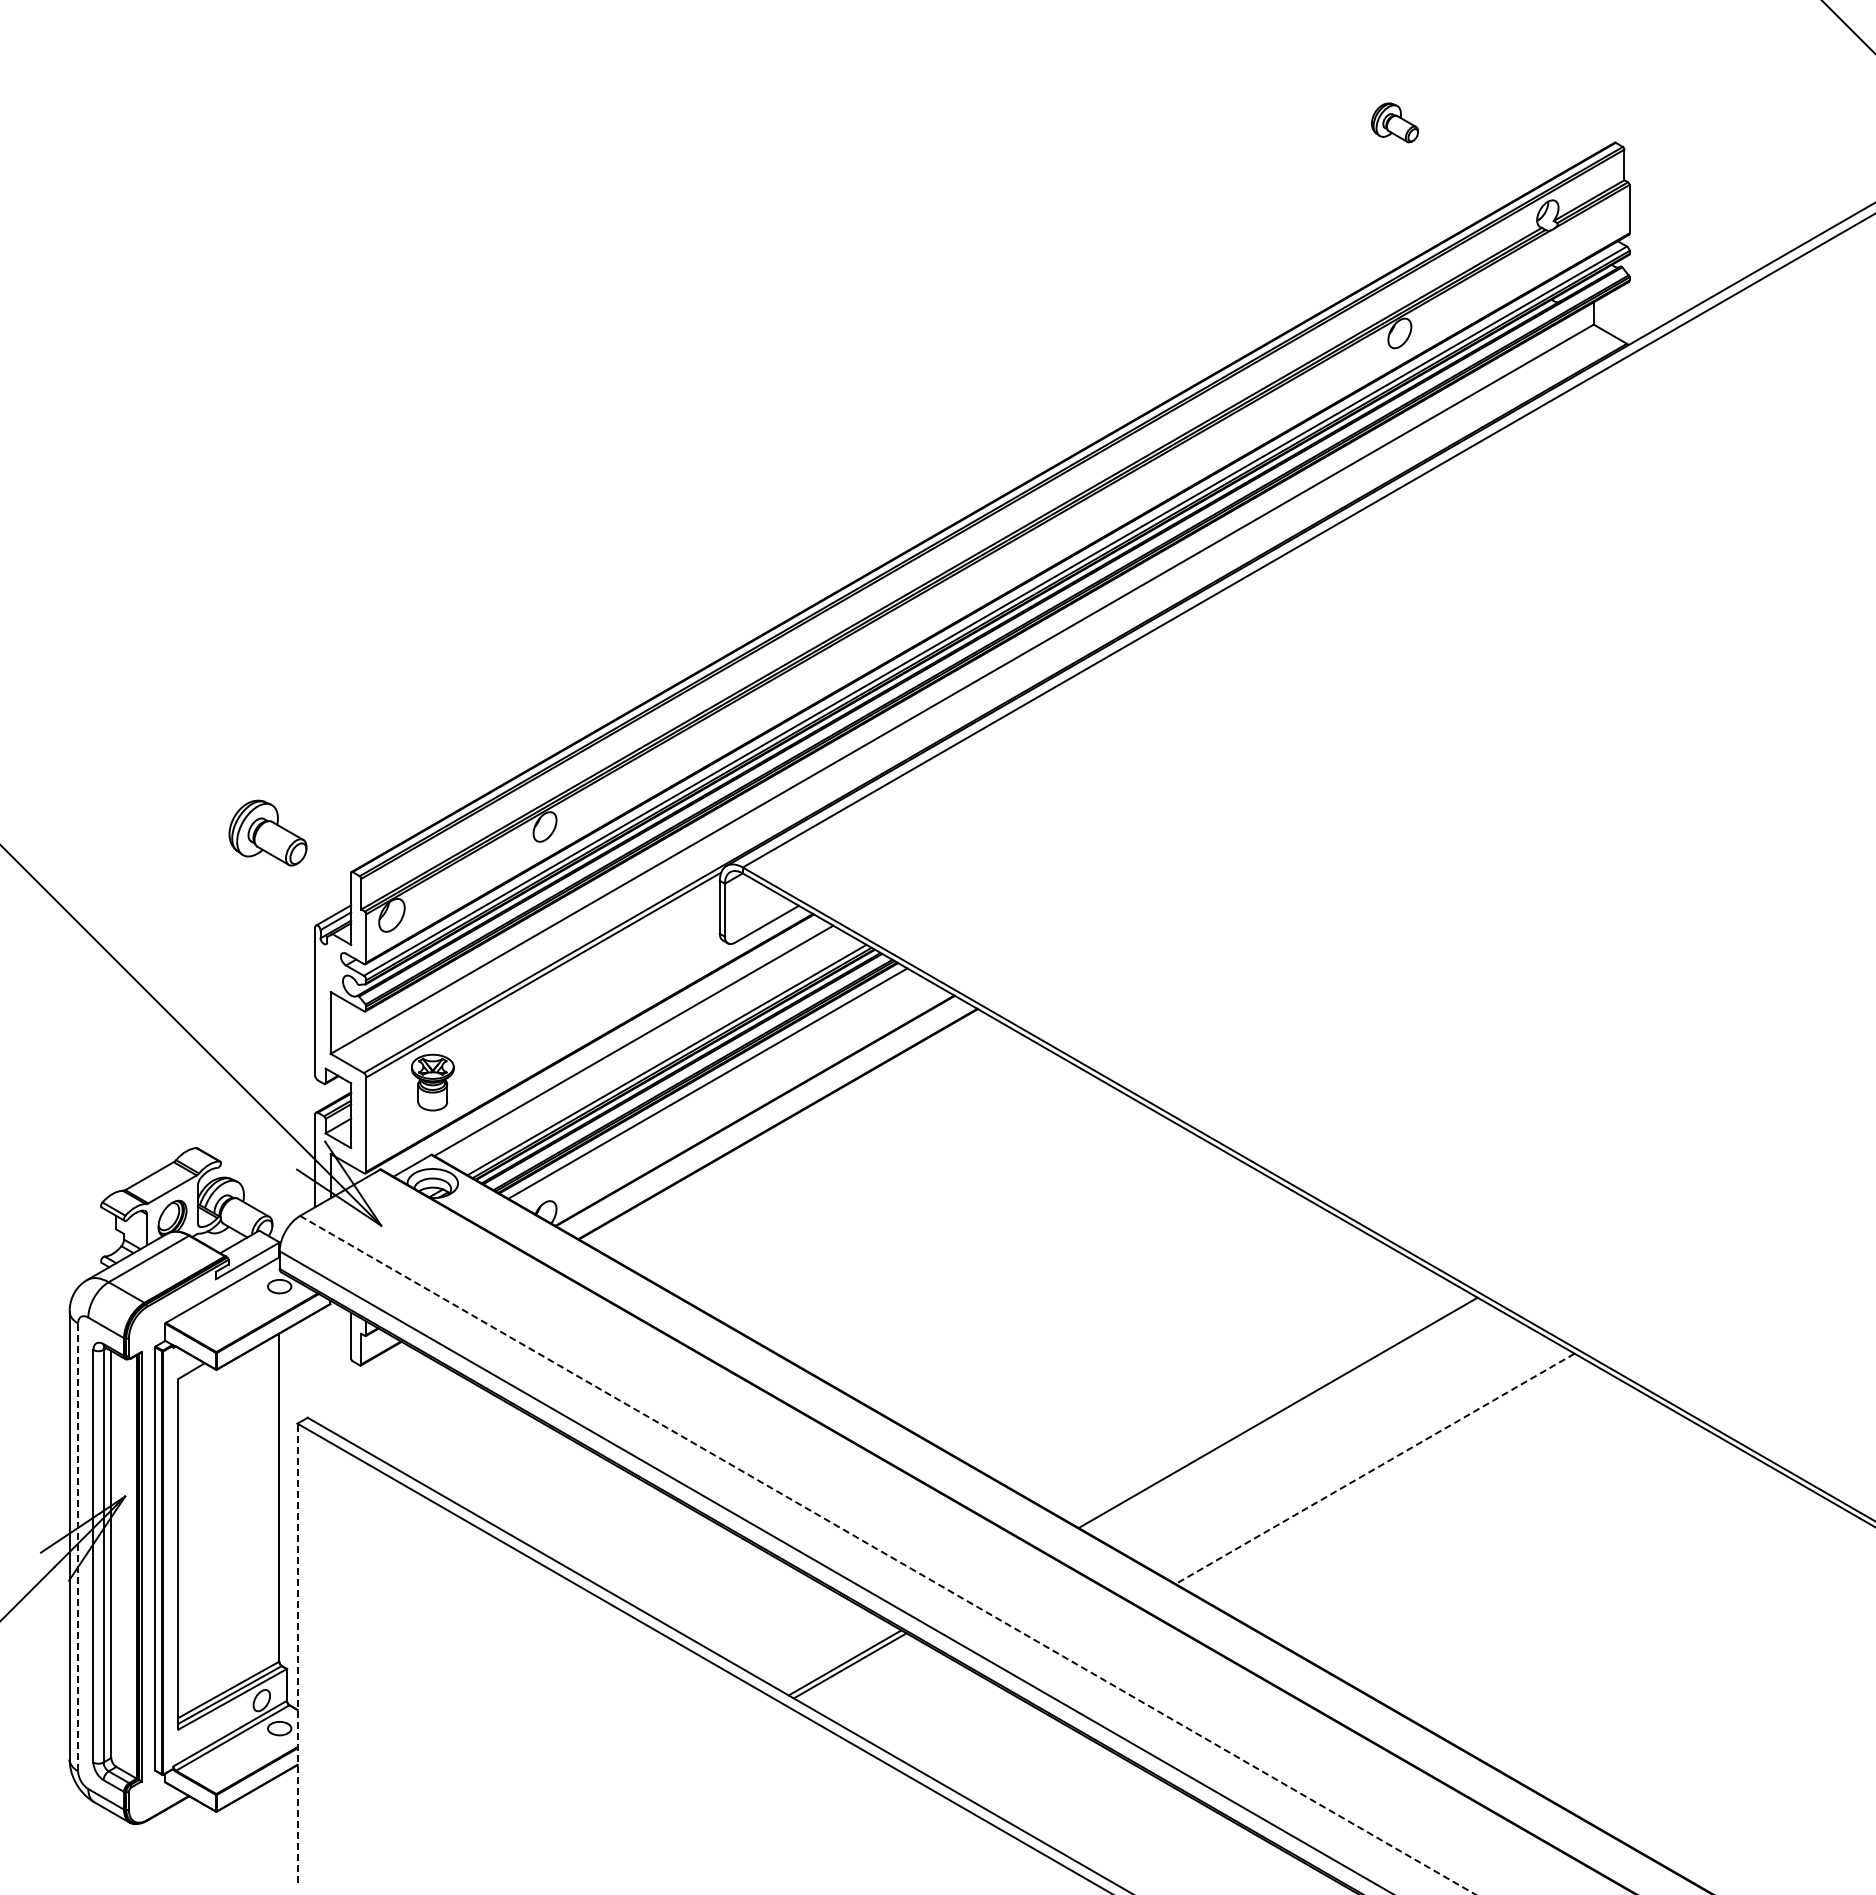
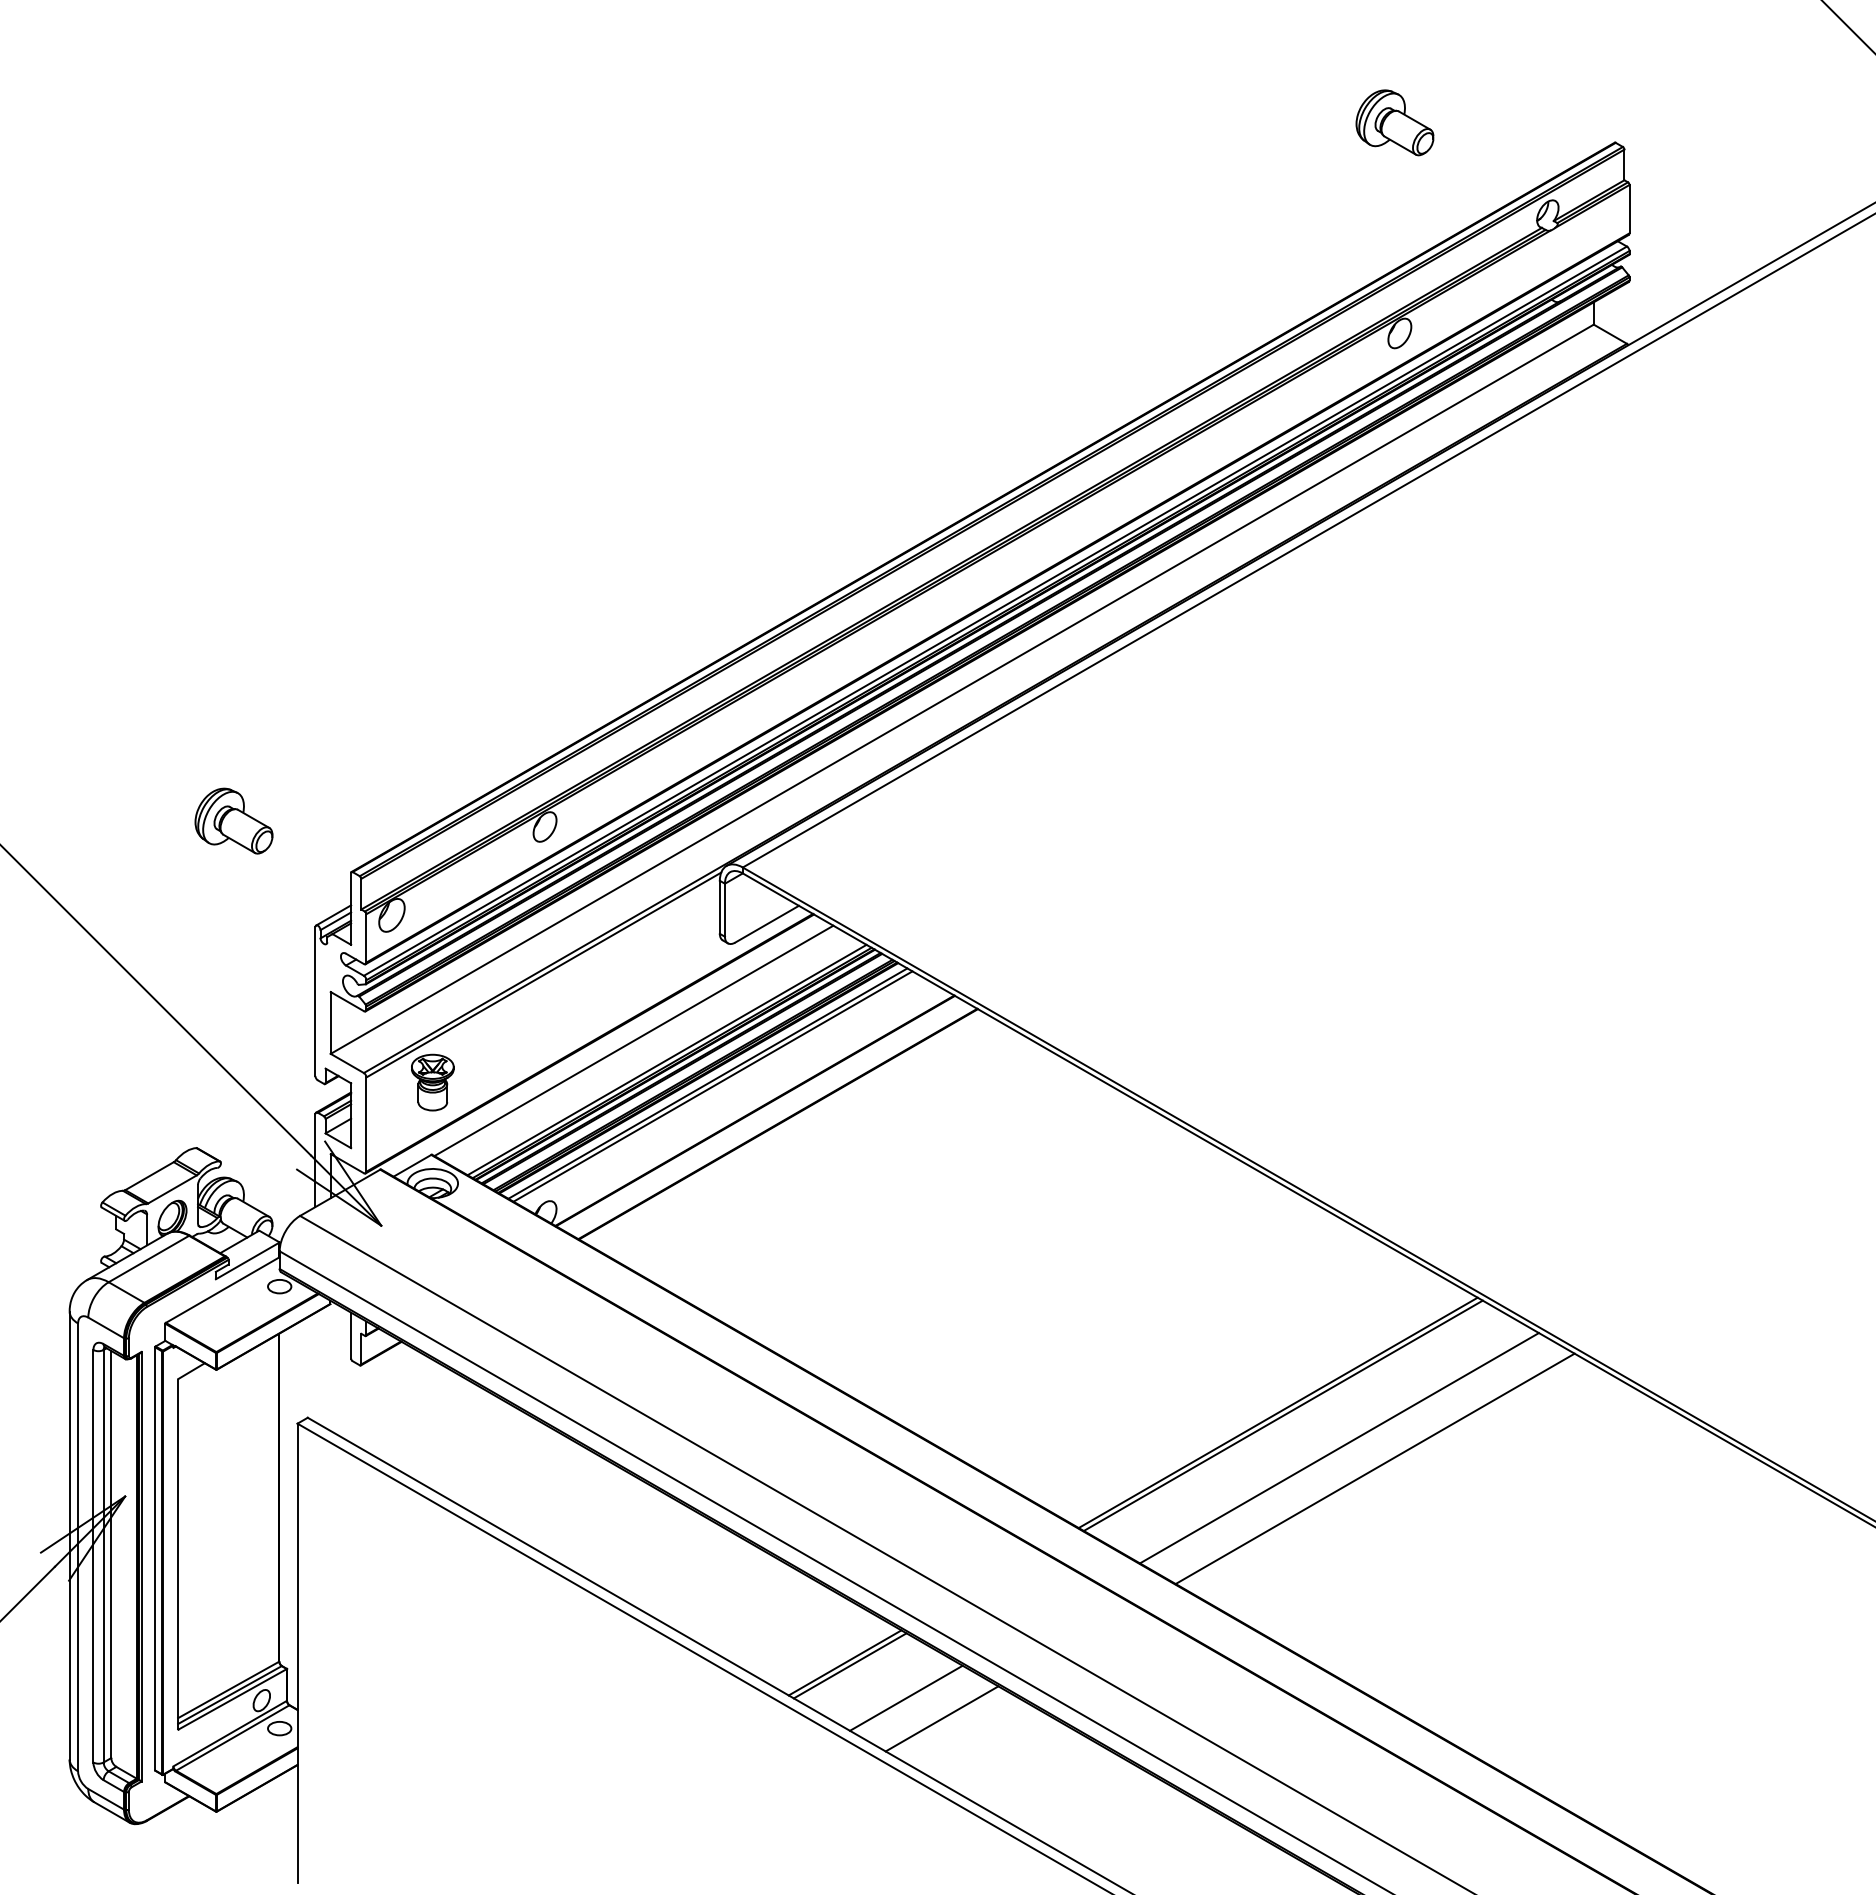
part at (1394, 122) size: 48x42 px -> 80x68 px
part at (267, 832) position: (267, 832) -> (233, 820)
line at (712, 1086): none -> present
line at (1282, 1415): none -> present
line at (1338, 1448): none -> present
line at (1374, 1469): dashed -> solid
line at (78, 1547): dashed -> solid
line at (888, 1555): dashed -> solid
line at (297, 1653): dashed -> solid
line at (906, 1697): none -> present
line at (941, 1718): none -> present
